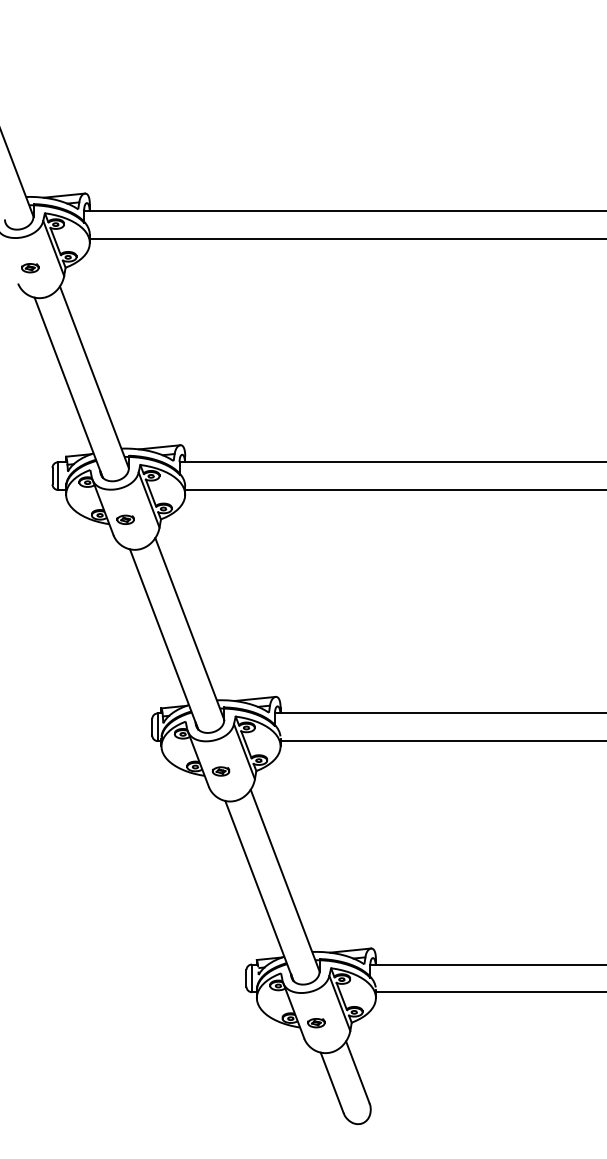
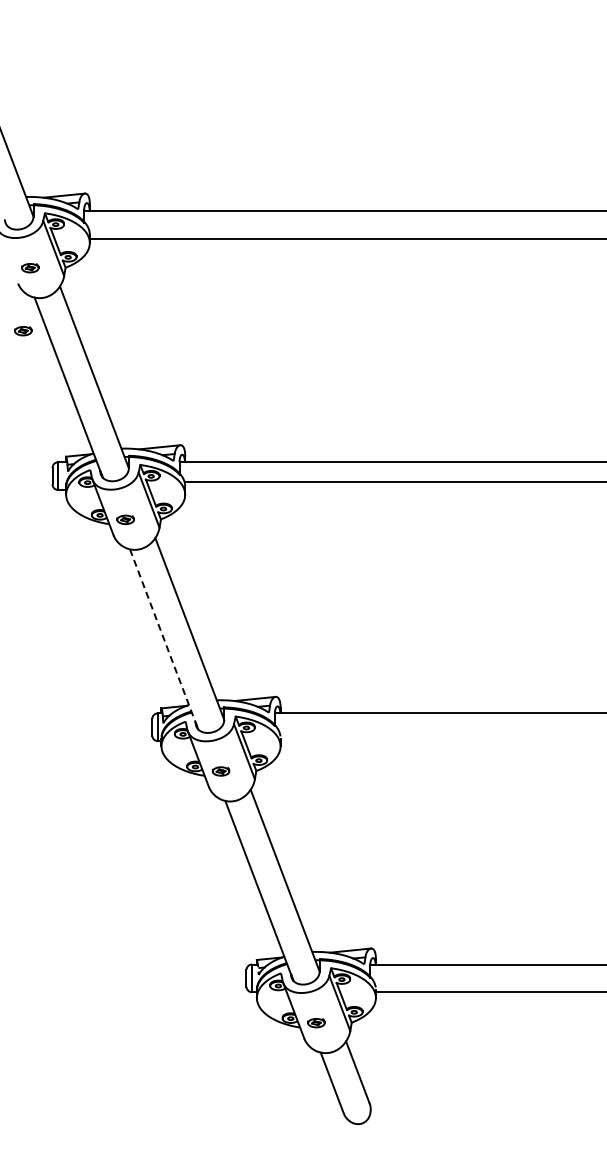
part at (23, 331): none -> present
line at (394, 489) position: (394, 489) -> (394, 481)
line at (164, 639): solid -> dashed
line at (441, 741): present -> none
